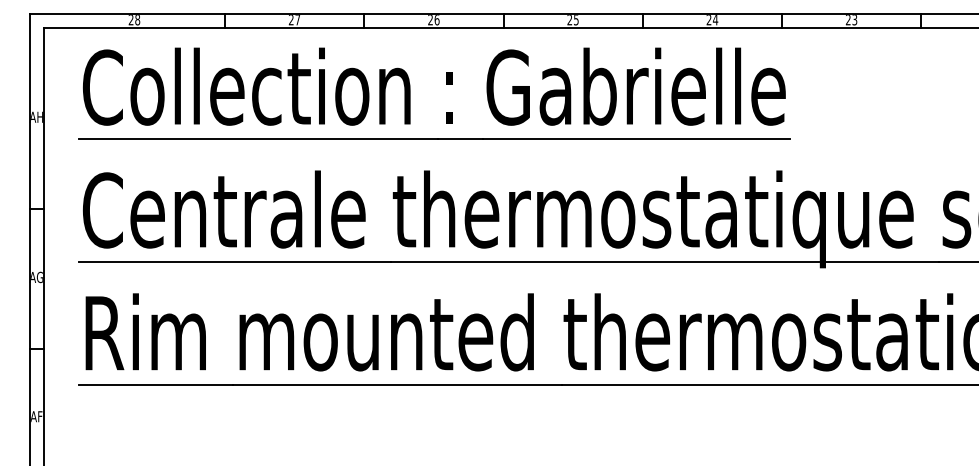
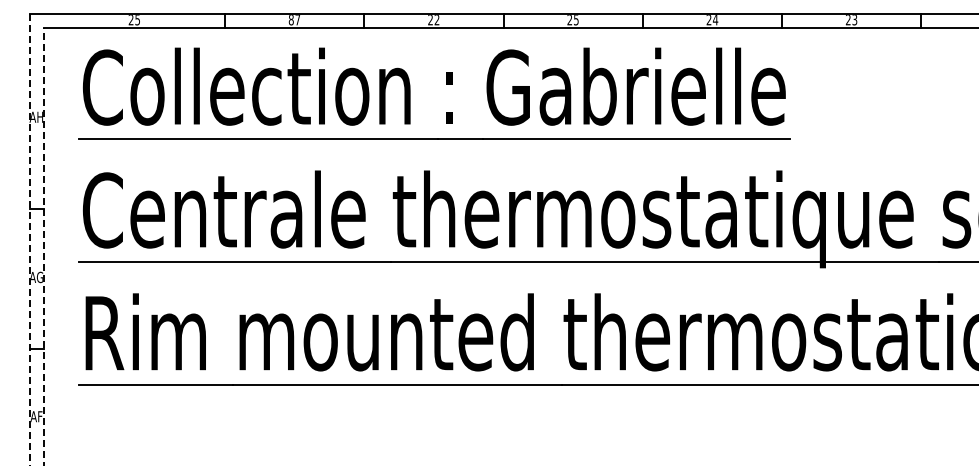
text at (137, 20): 28 -> 25
text at (290, 20): 27 -> 87
text at (436, 20): 26 -> 22
line at (30, 239): solid -> dashed
line at (44, 246): solid -> dashed
